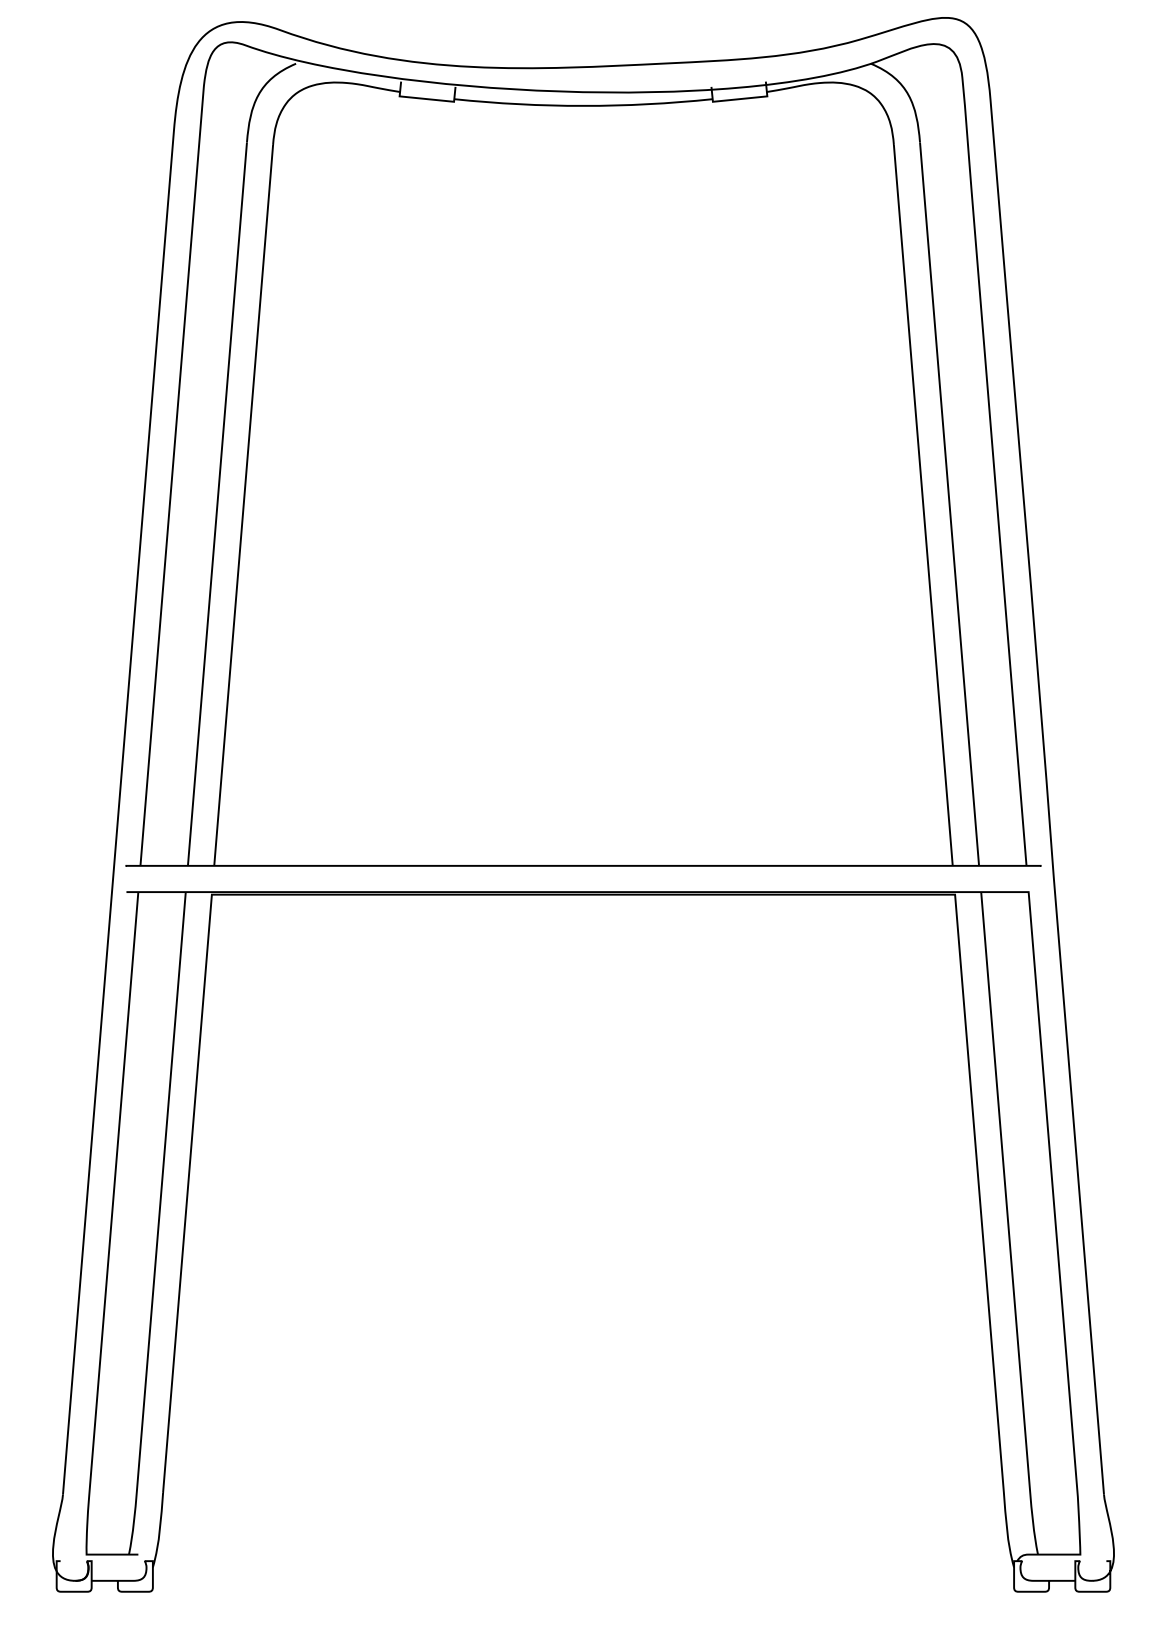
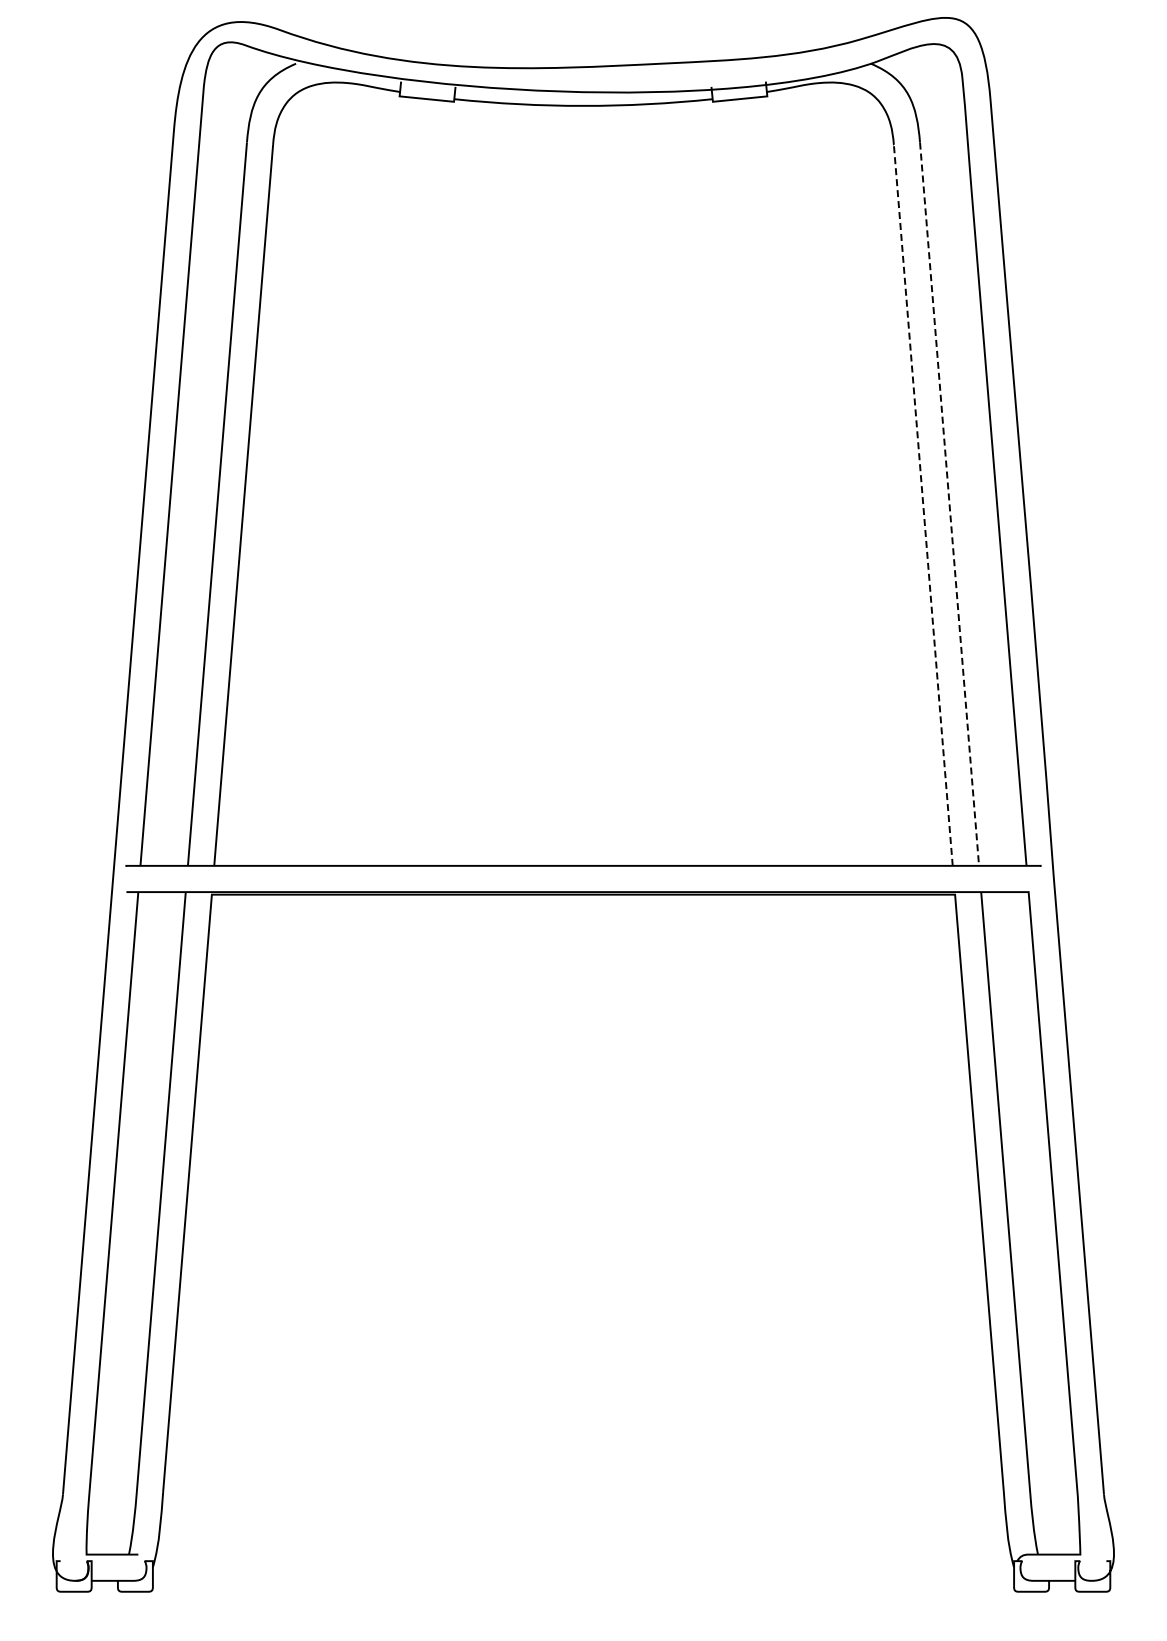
line at (949, 504): solid -> dashed
line at (923, 505): solid -> dashed
